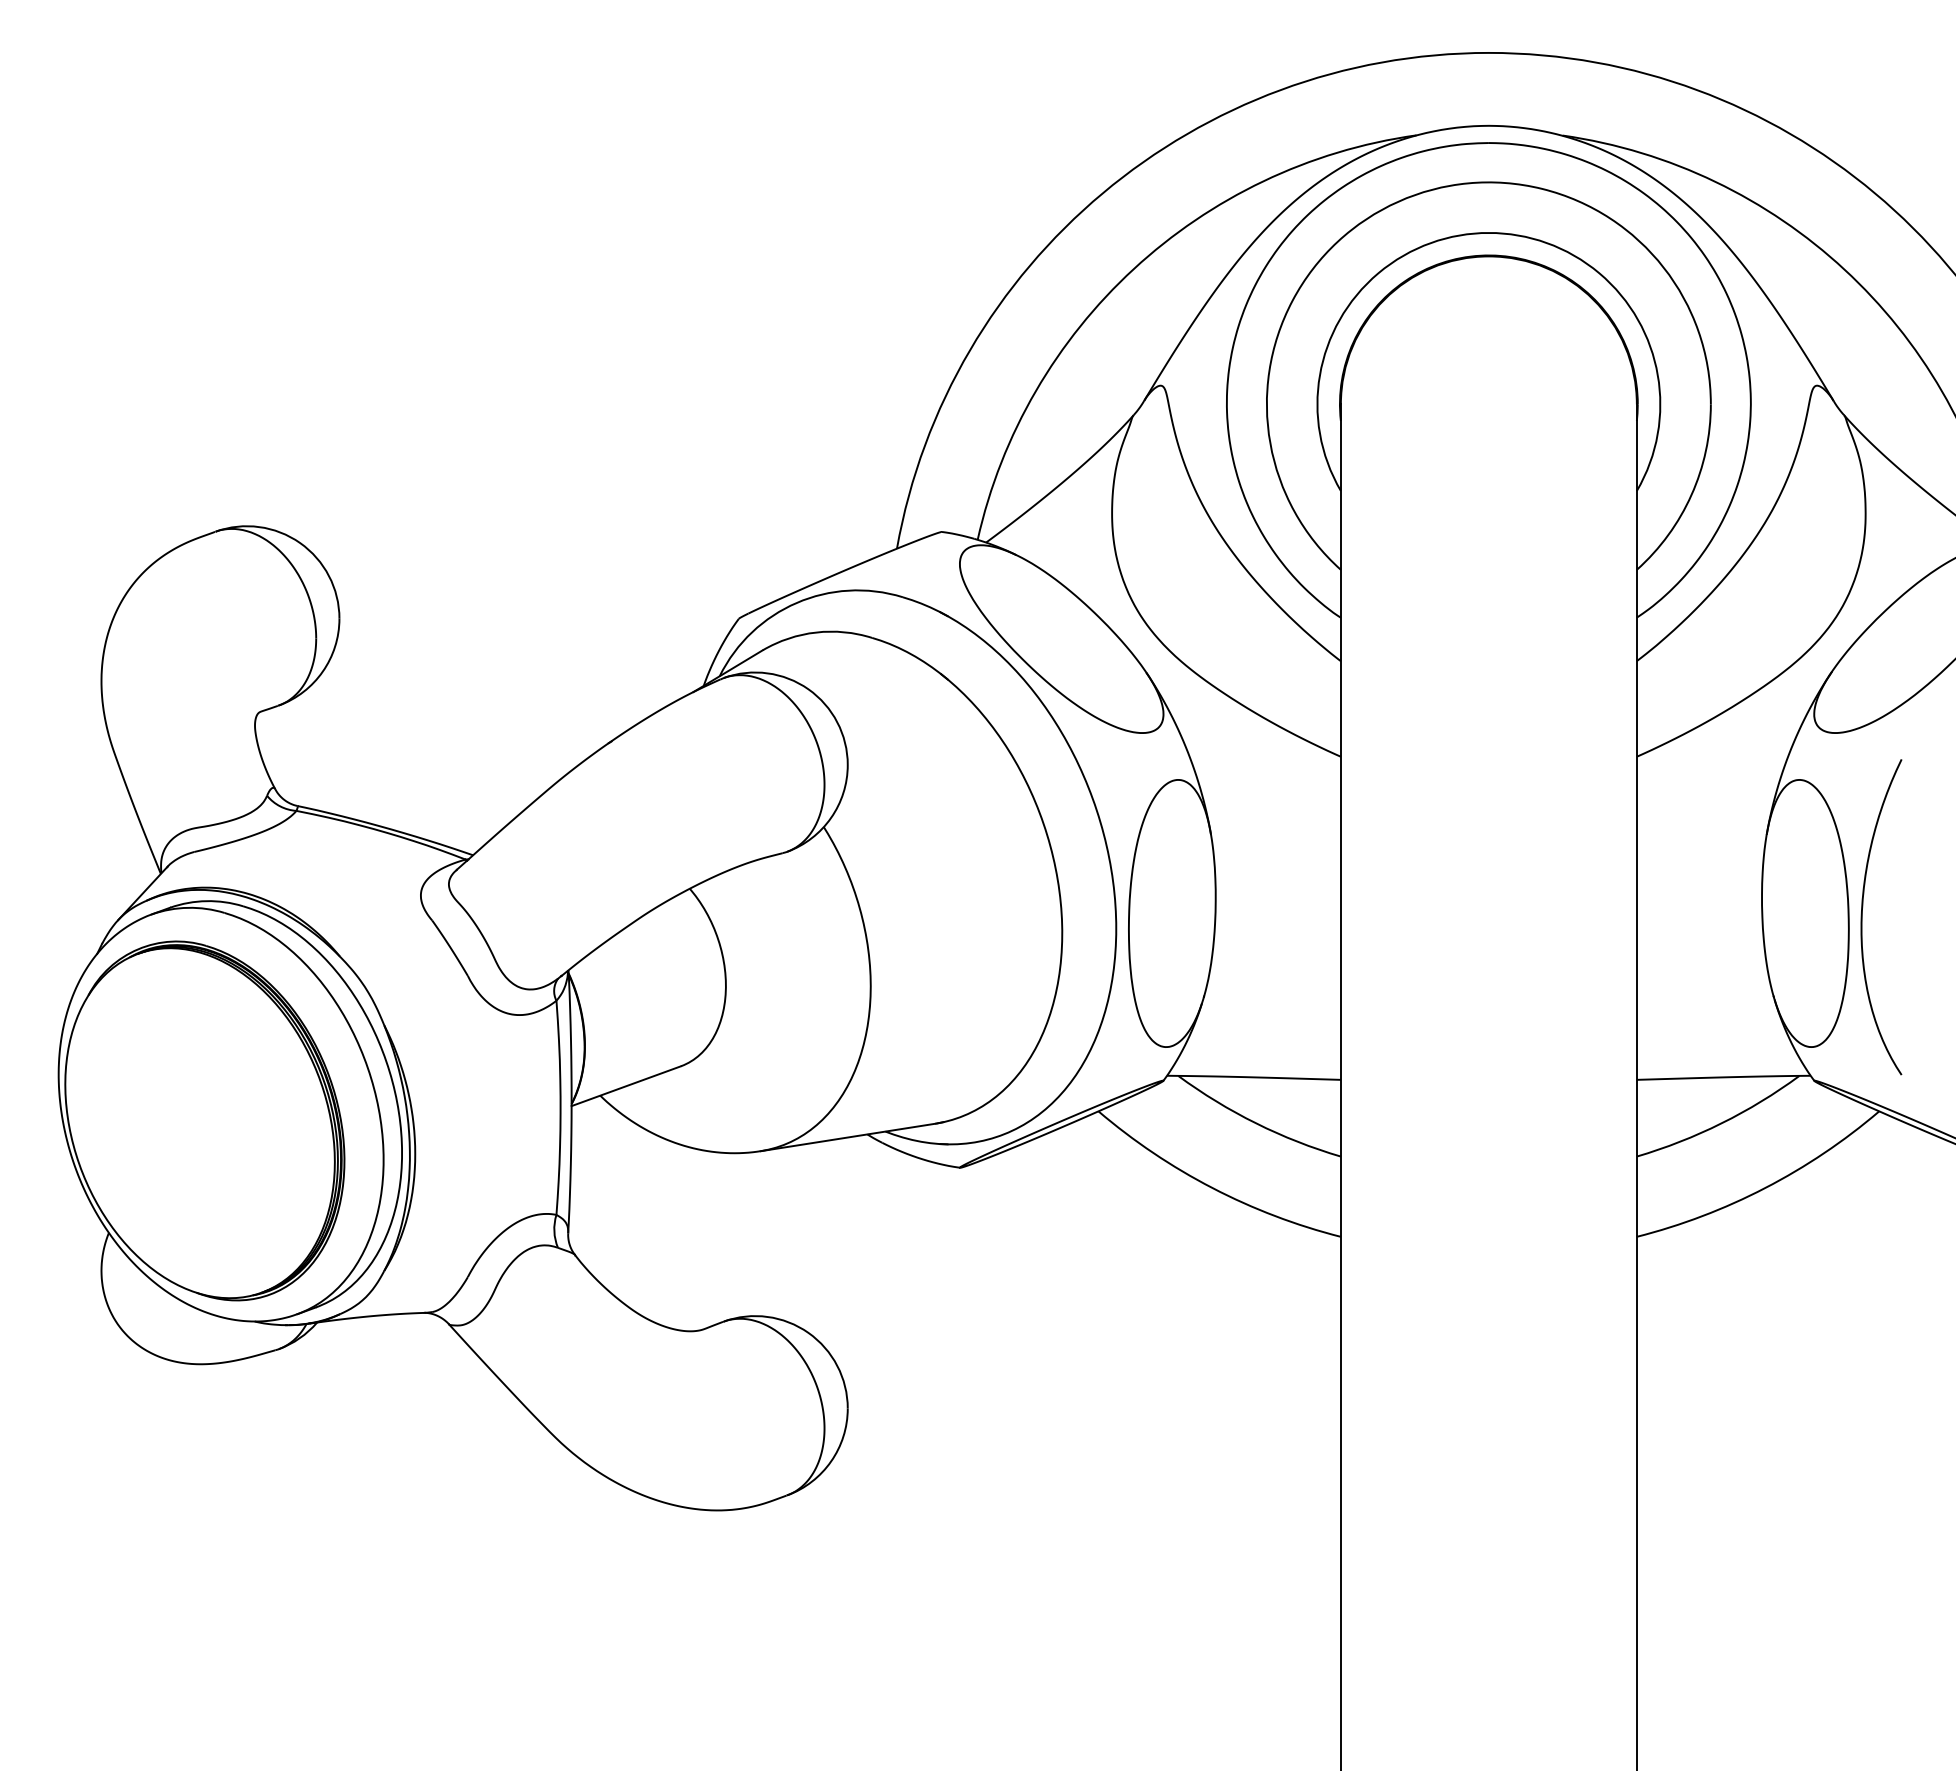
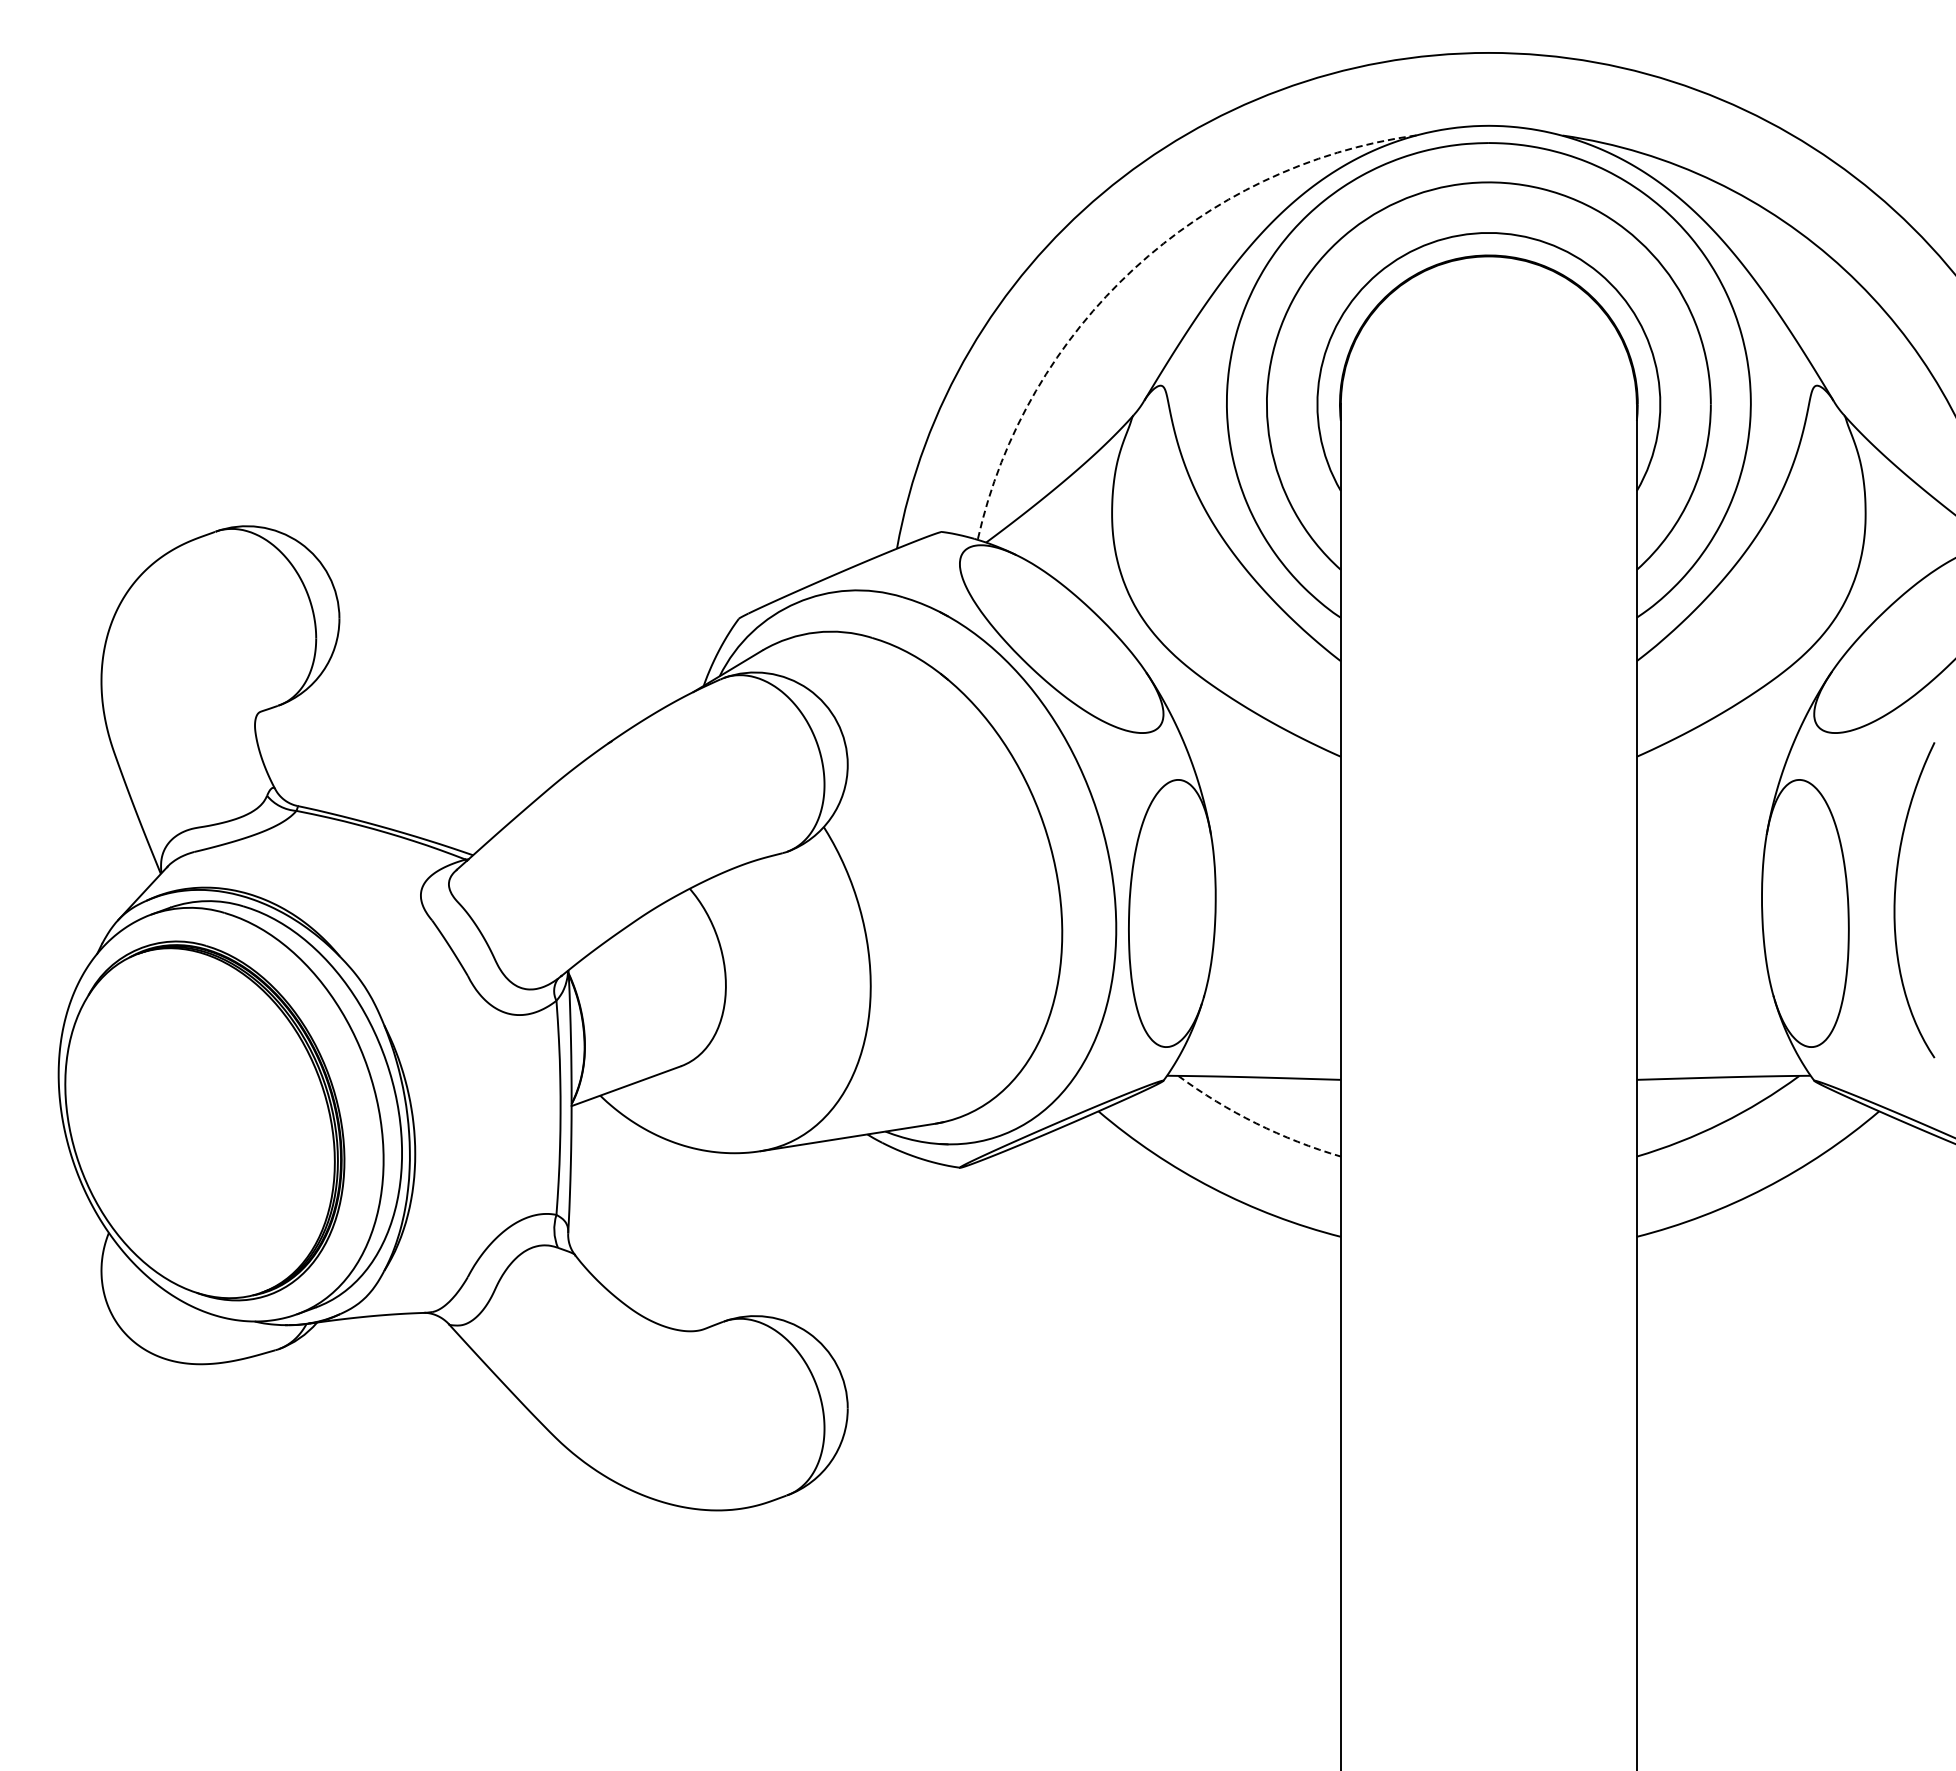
arc at (1133, 269): solid -> dashed
curve at (1862, 917) position: (1862, 917) -> (1895, 900)
arc at (1256, 1123): solid -> dashed
